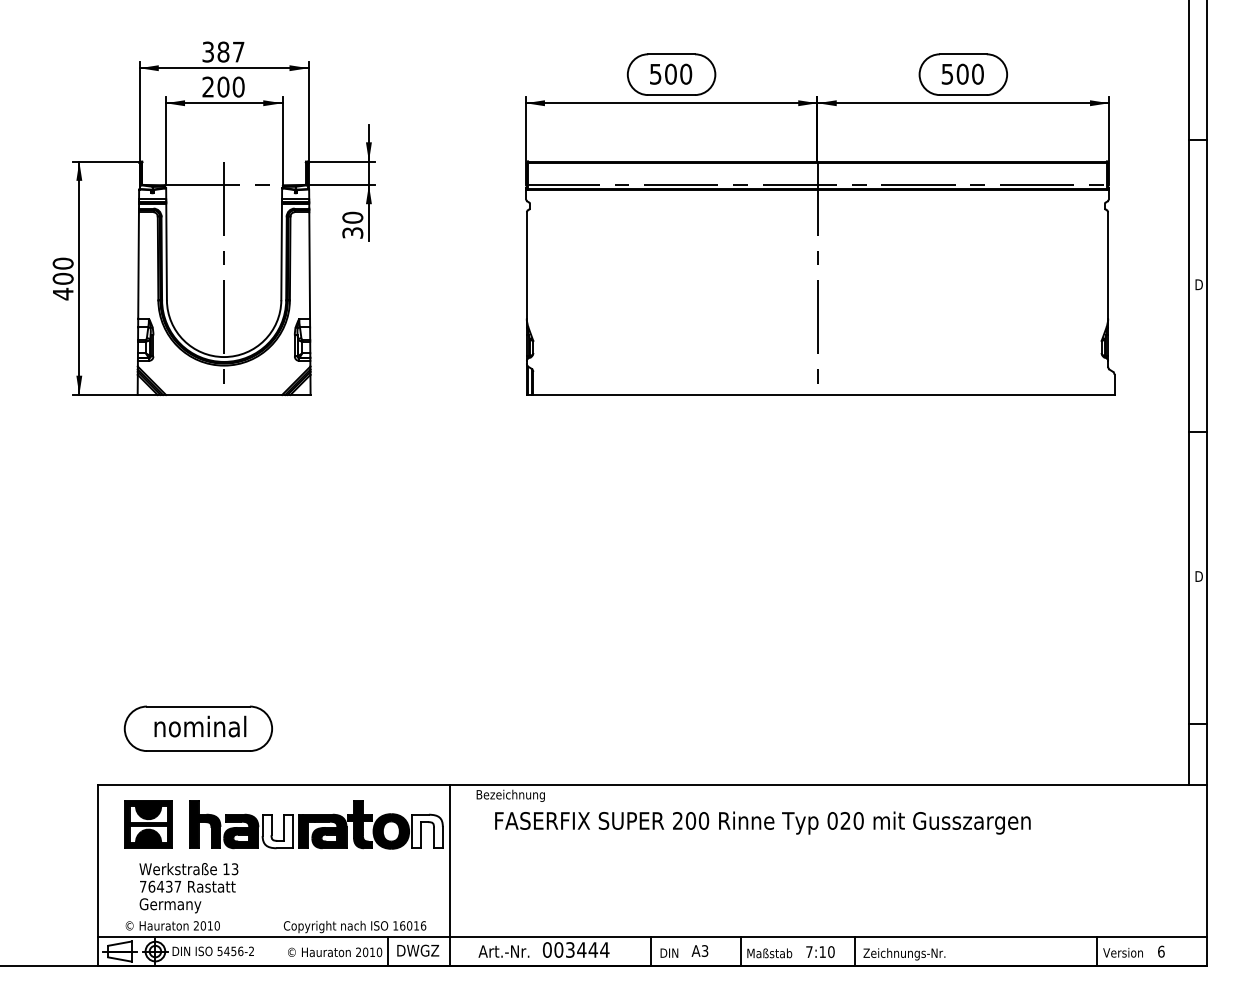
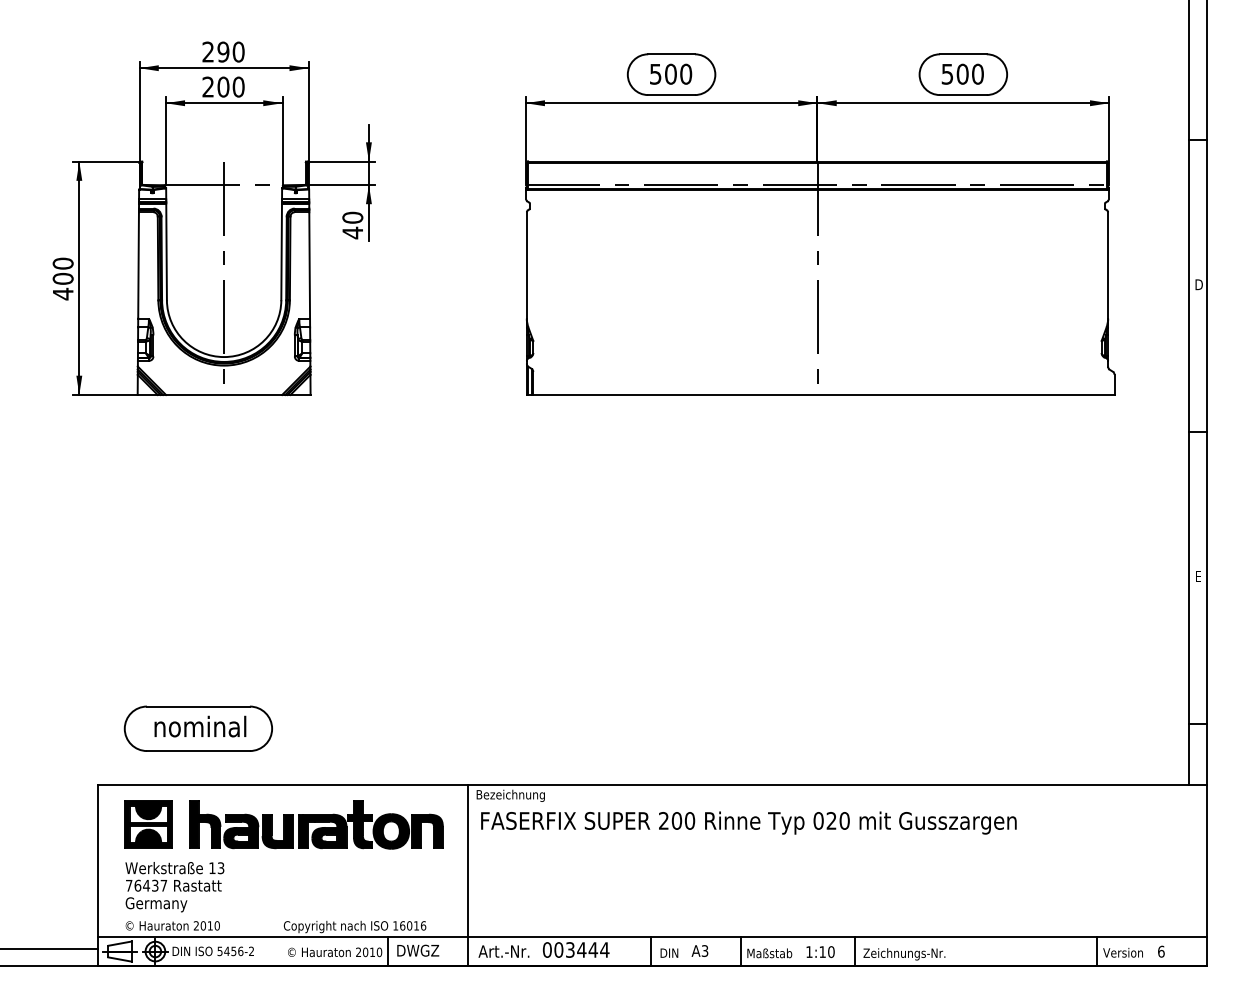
text at (223, 51): 387 -> 290
text at (352, 232): 30 -> 40
text at (1198, 576): D -> E
text at (762, 822) position: (762, 822) -> (748, 822)
fill at (277, 831): none -> present
fill at (427, 831): none -> present
line at (450, 875) position: (450, 875) -> (468, 875)
text at (188, 888) position: (188, 888) -> (174, 887)
line at (49, 948): none -> present
text at (809, 951): 7:10 -> 1:10
